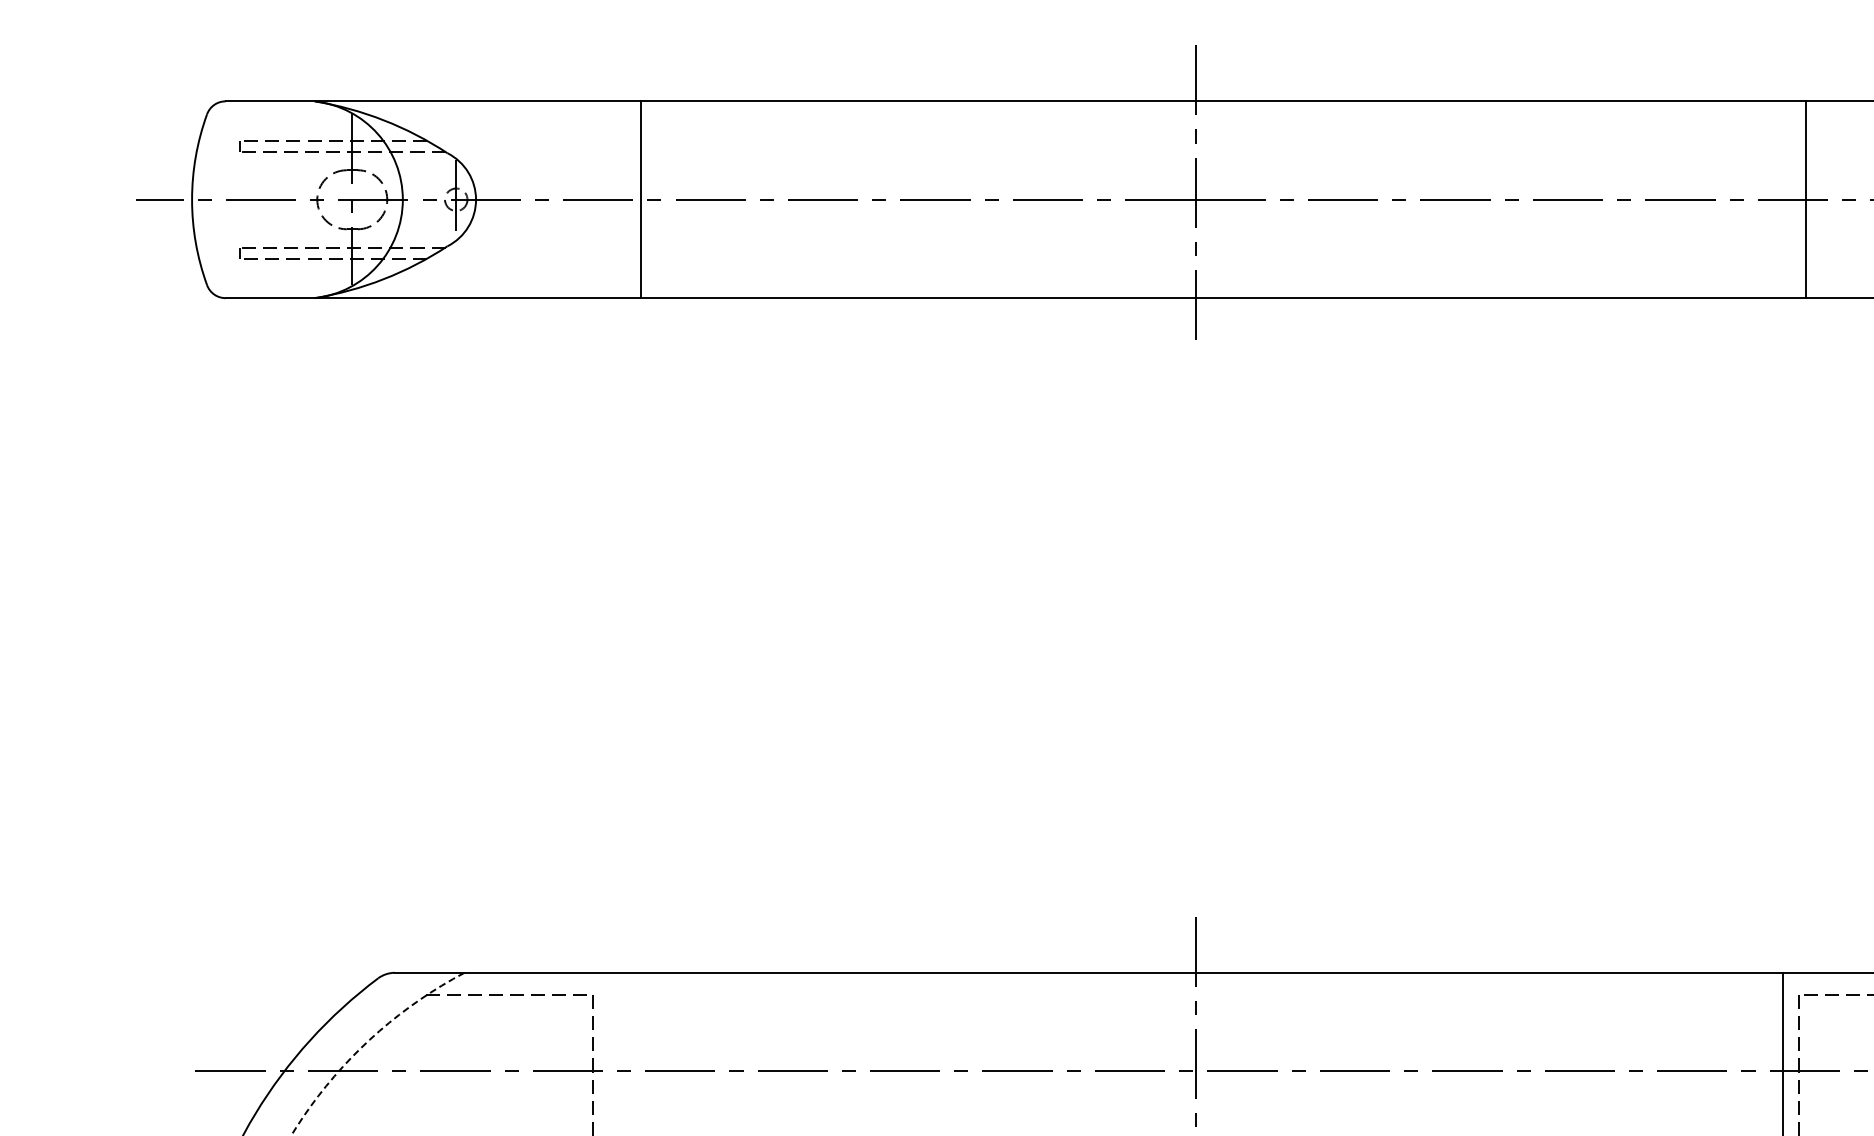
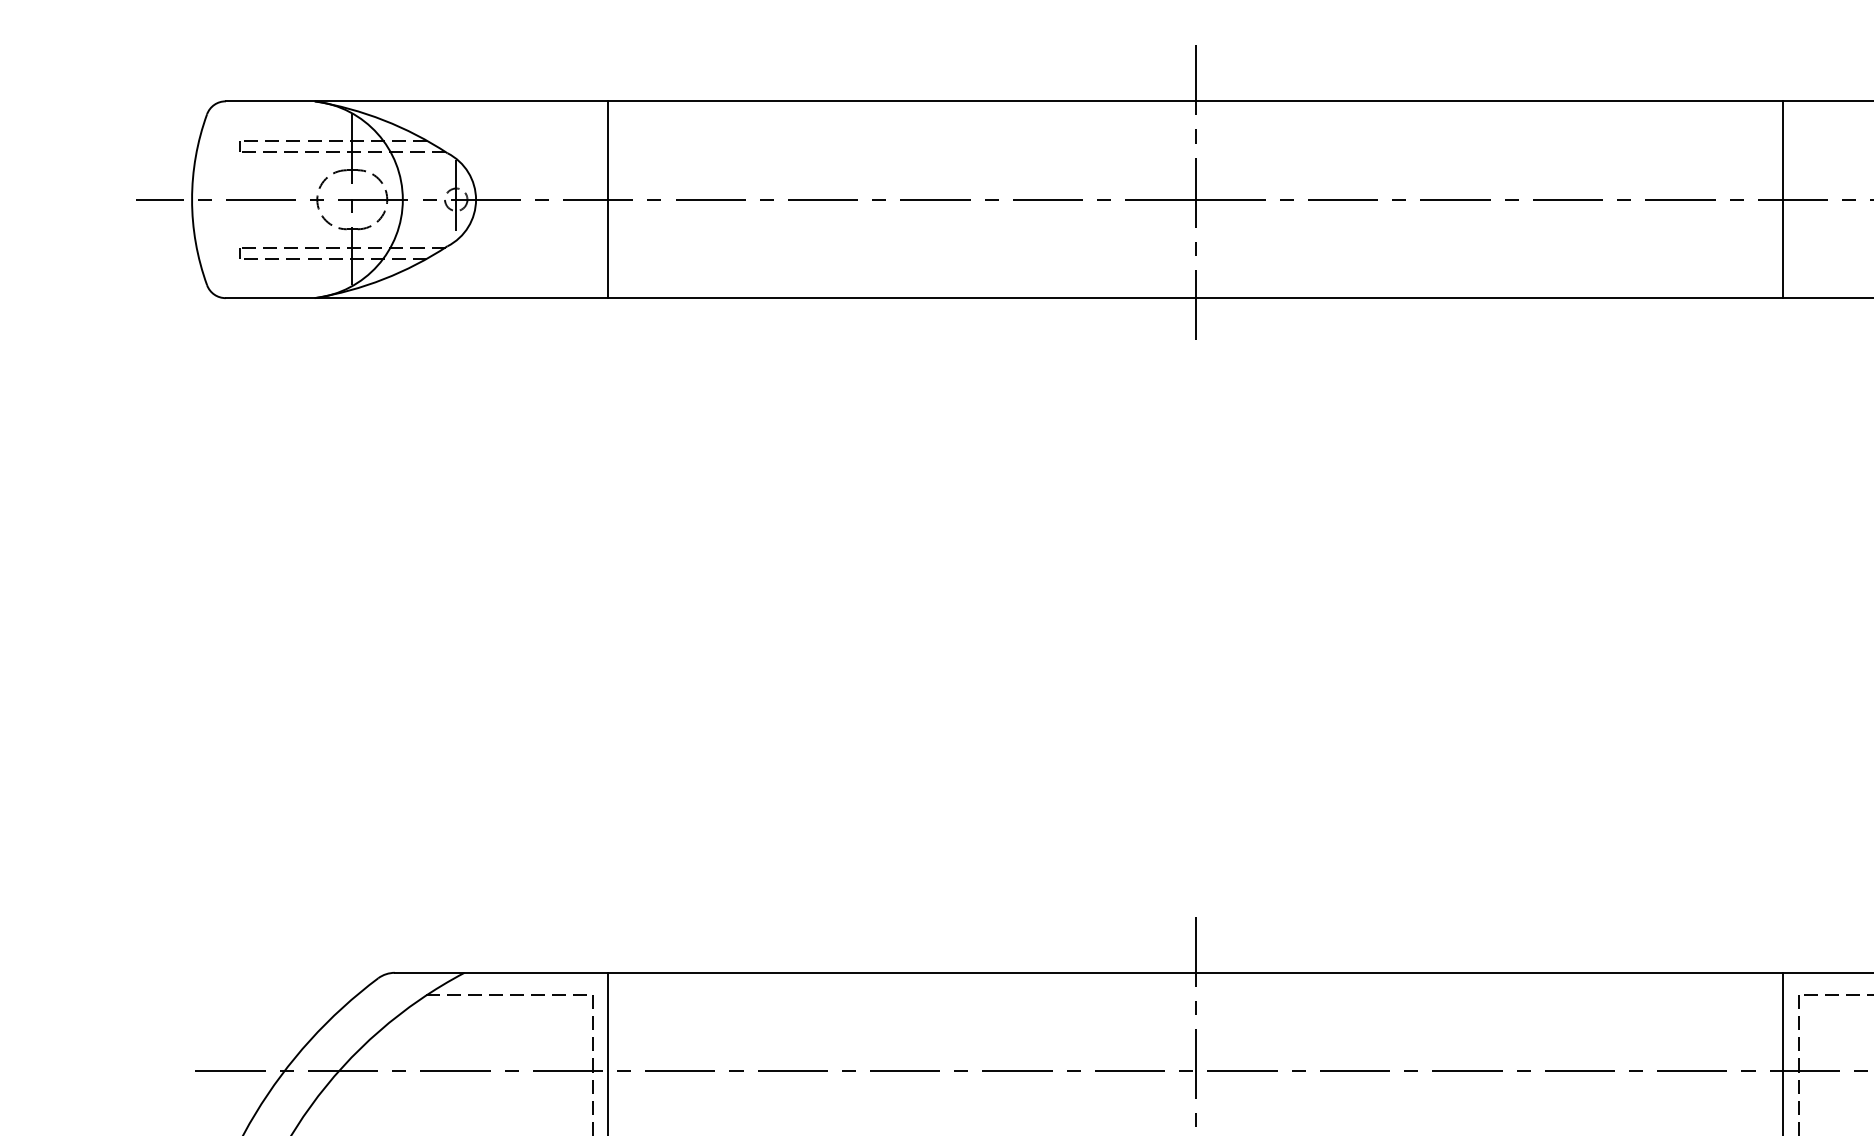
line at (641, 199) position: (641, 199) -> (608, 199)
line at (1806, 199) position: (1806, 199) -> (1783, 199)
arc at (366, 1043): dashed -> solid
line at (608, 1052): none -> present
